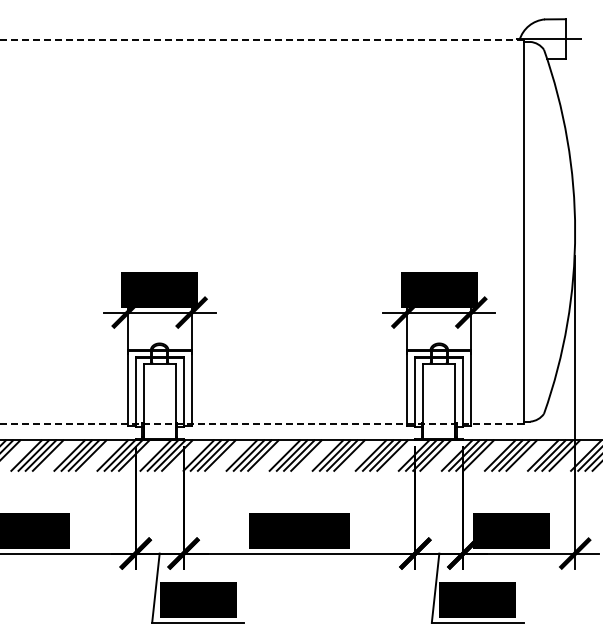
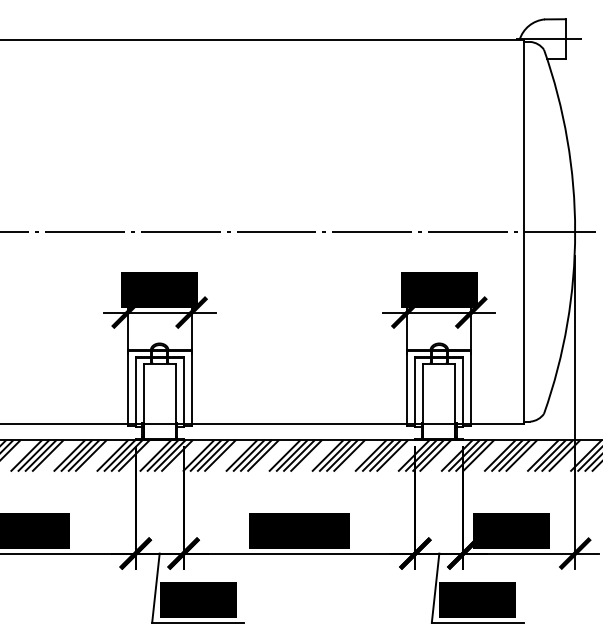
line at (262, 40): dashed -> solid
line at (299, 231): none -> present
line at (262, 423): dashed -> solid
